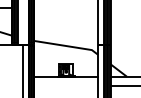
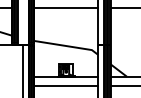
line at (66, 7): none -> present
line at (123, 7): none -> present
line at (66, 86): none -> present
